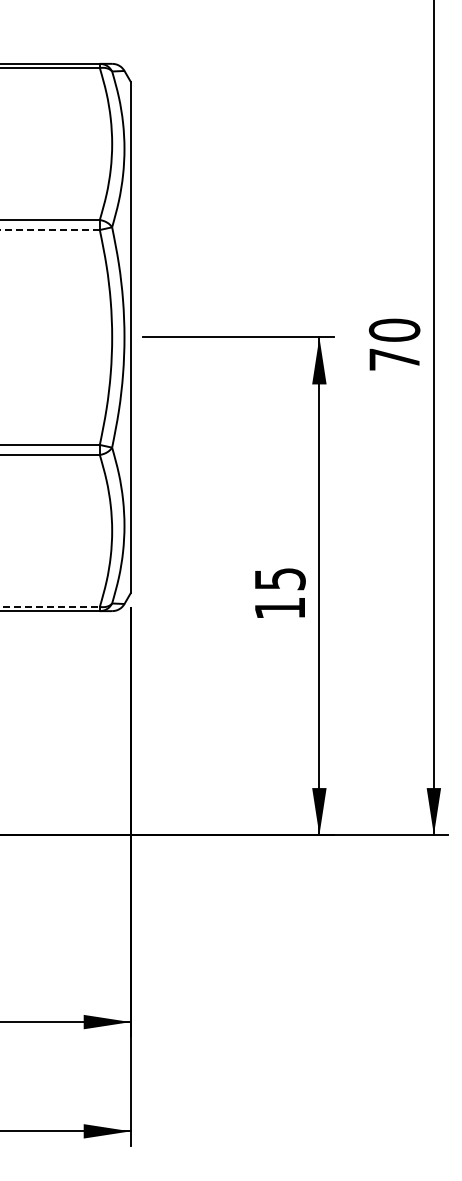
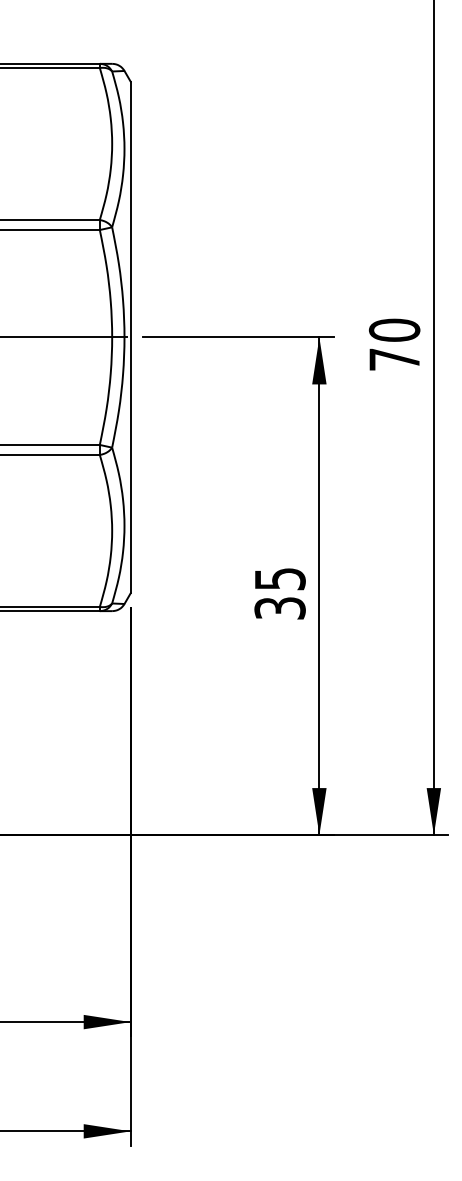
line at (50, 230): dashed -> solid
line at (65, 337): none -> present
line at (50, 606): dashed -> solid
text at (279, 608): 15 -> 35
